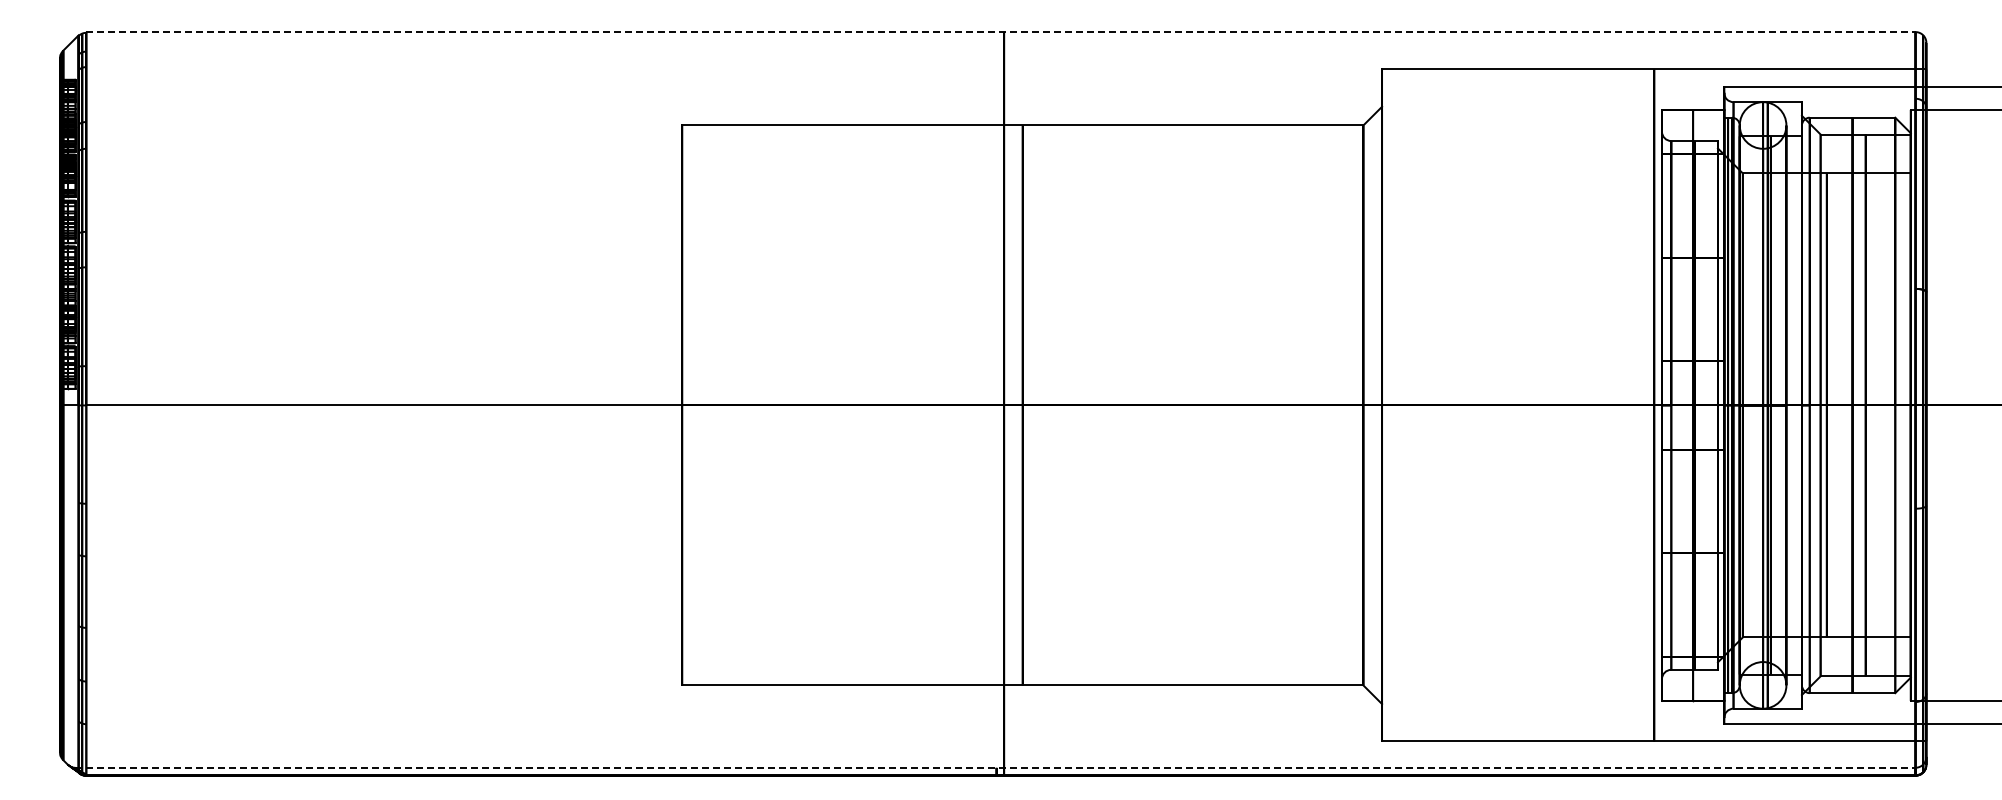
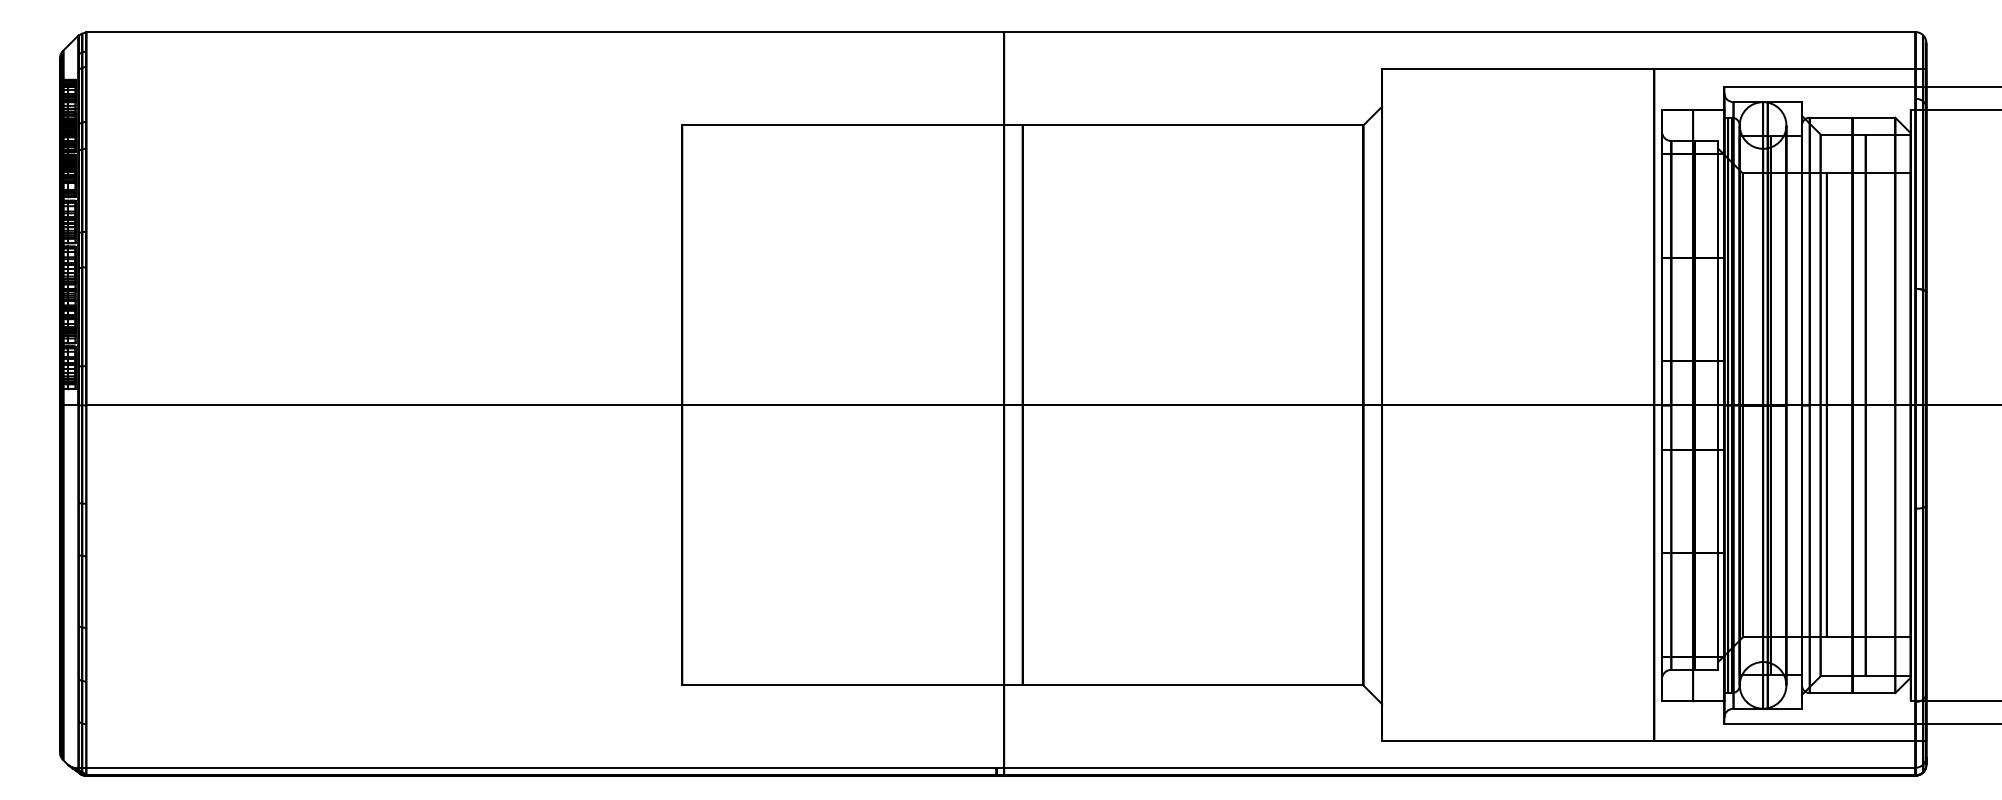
line at (1000, 32): dashed -> solid
line at (995, 767): dashed -> solid
